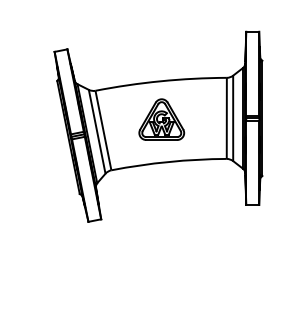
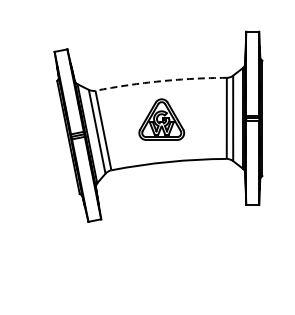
arc at (160, 81): solid -> dashed
